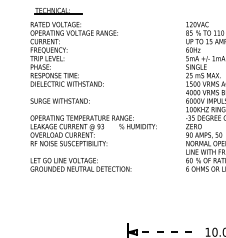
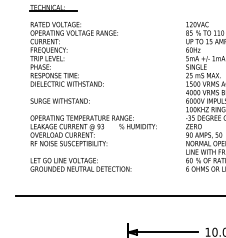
part at (58, 11) position: (58, 11) -> (53, 8)
line at (119, 196): none -> present
line at (163, 232): dashed -> solid
